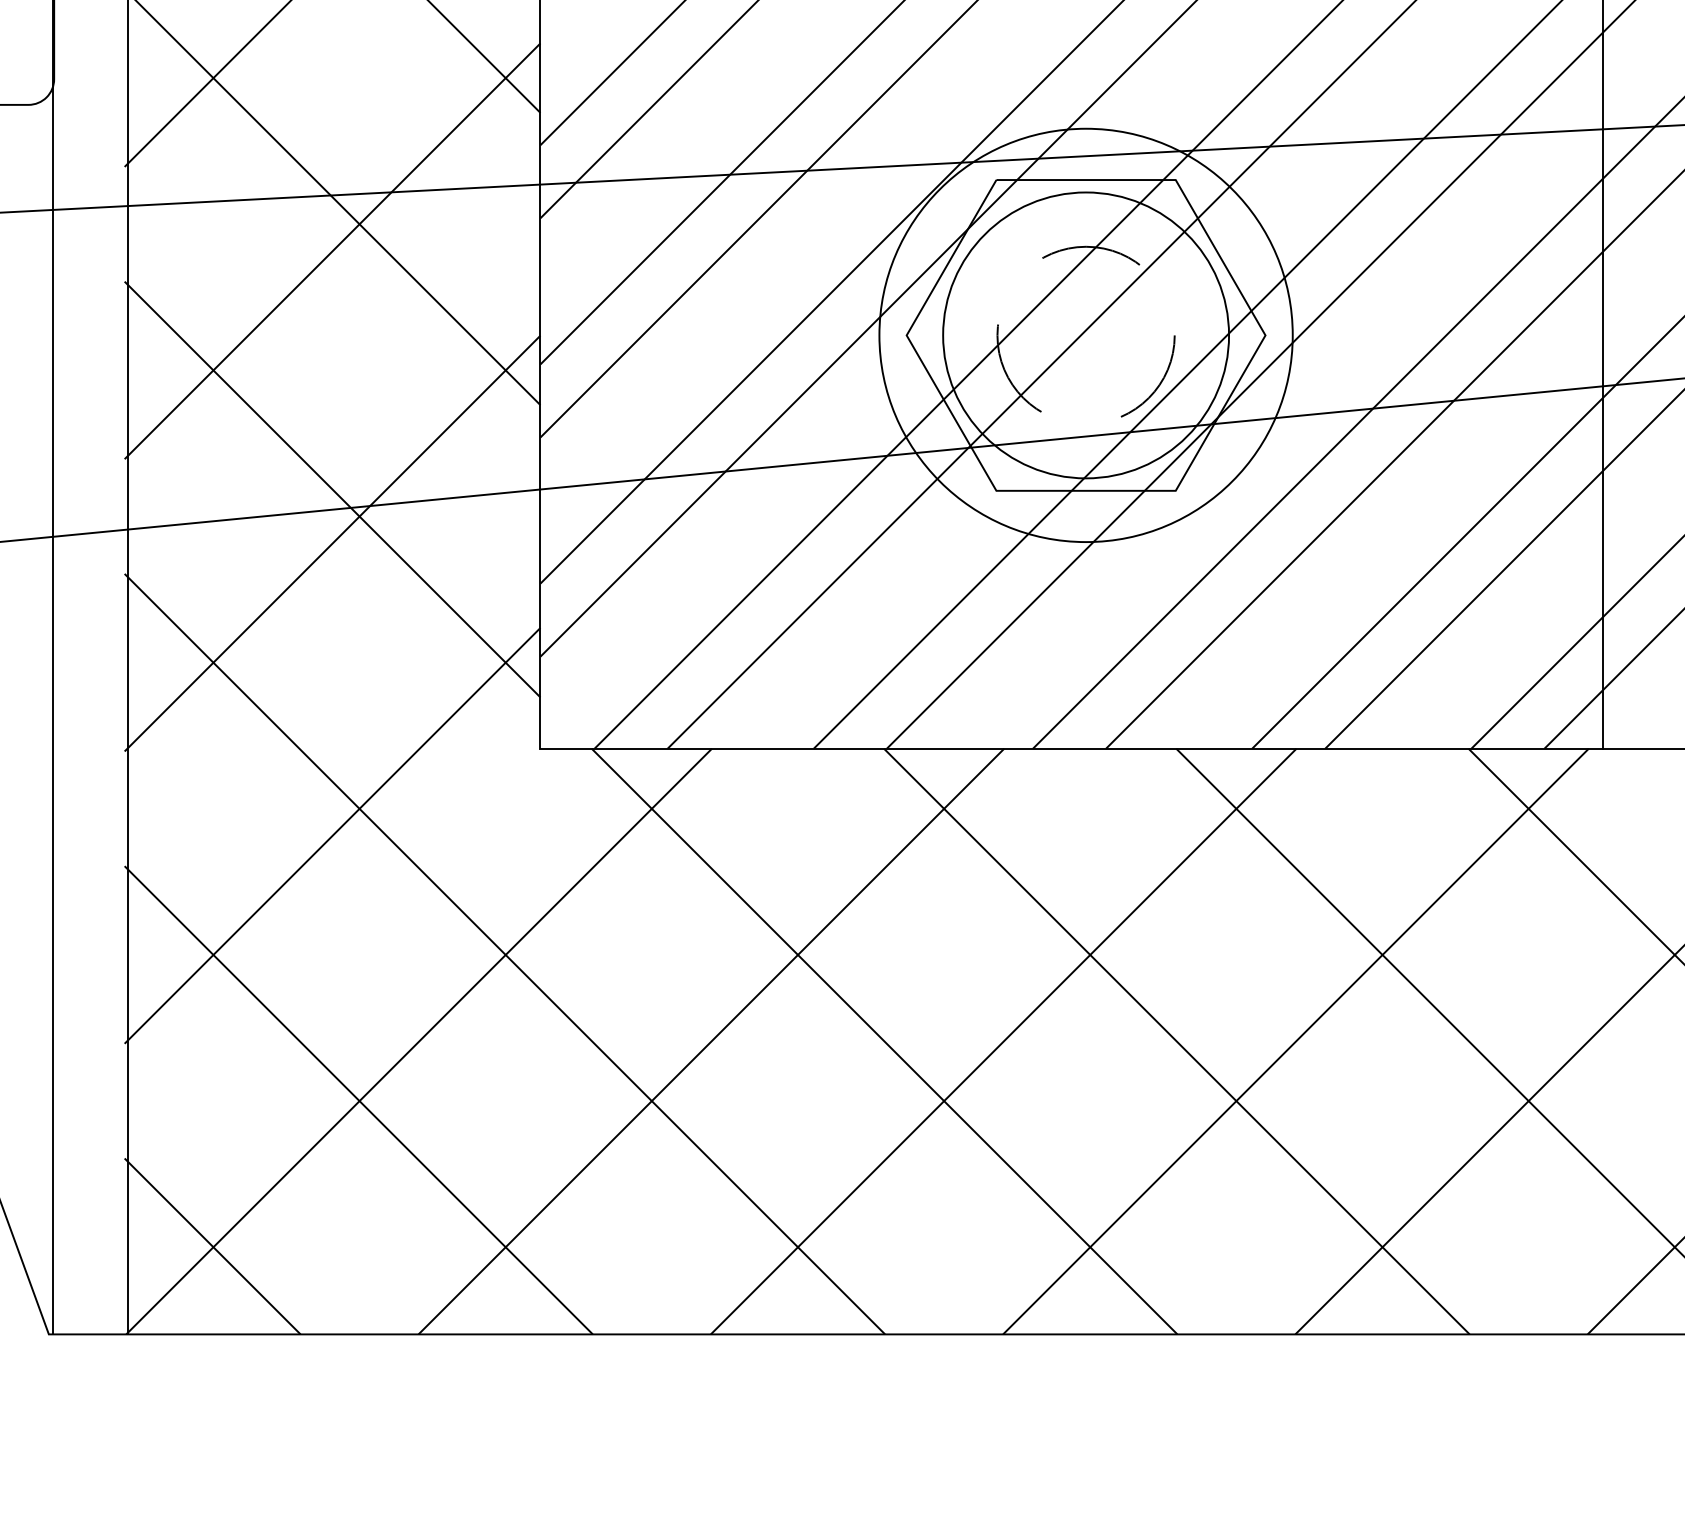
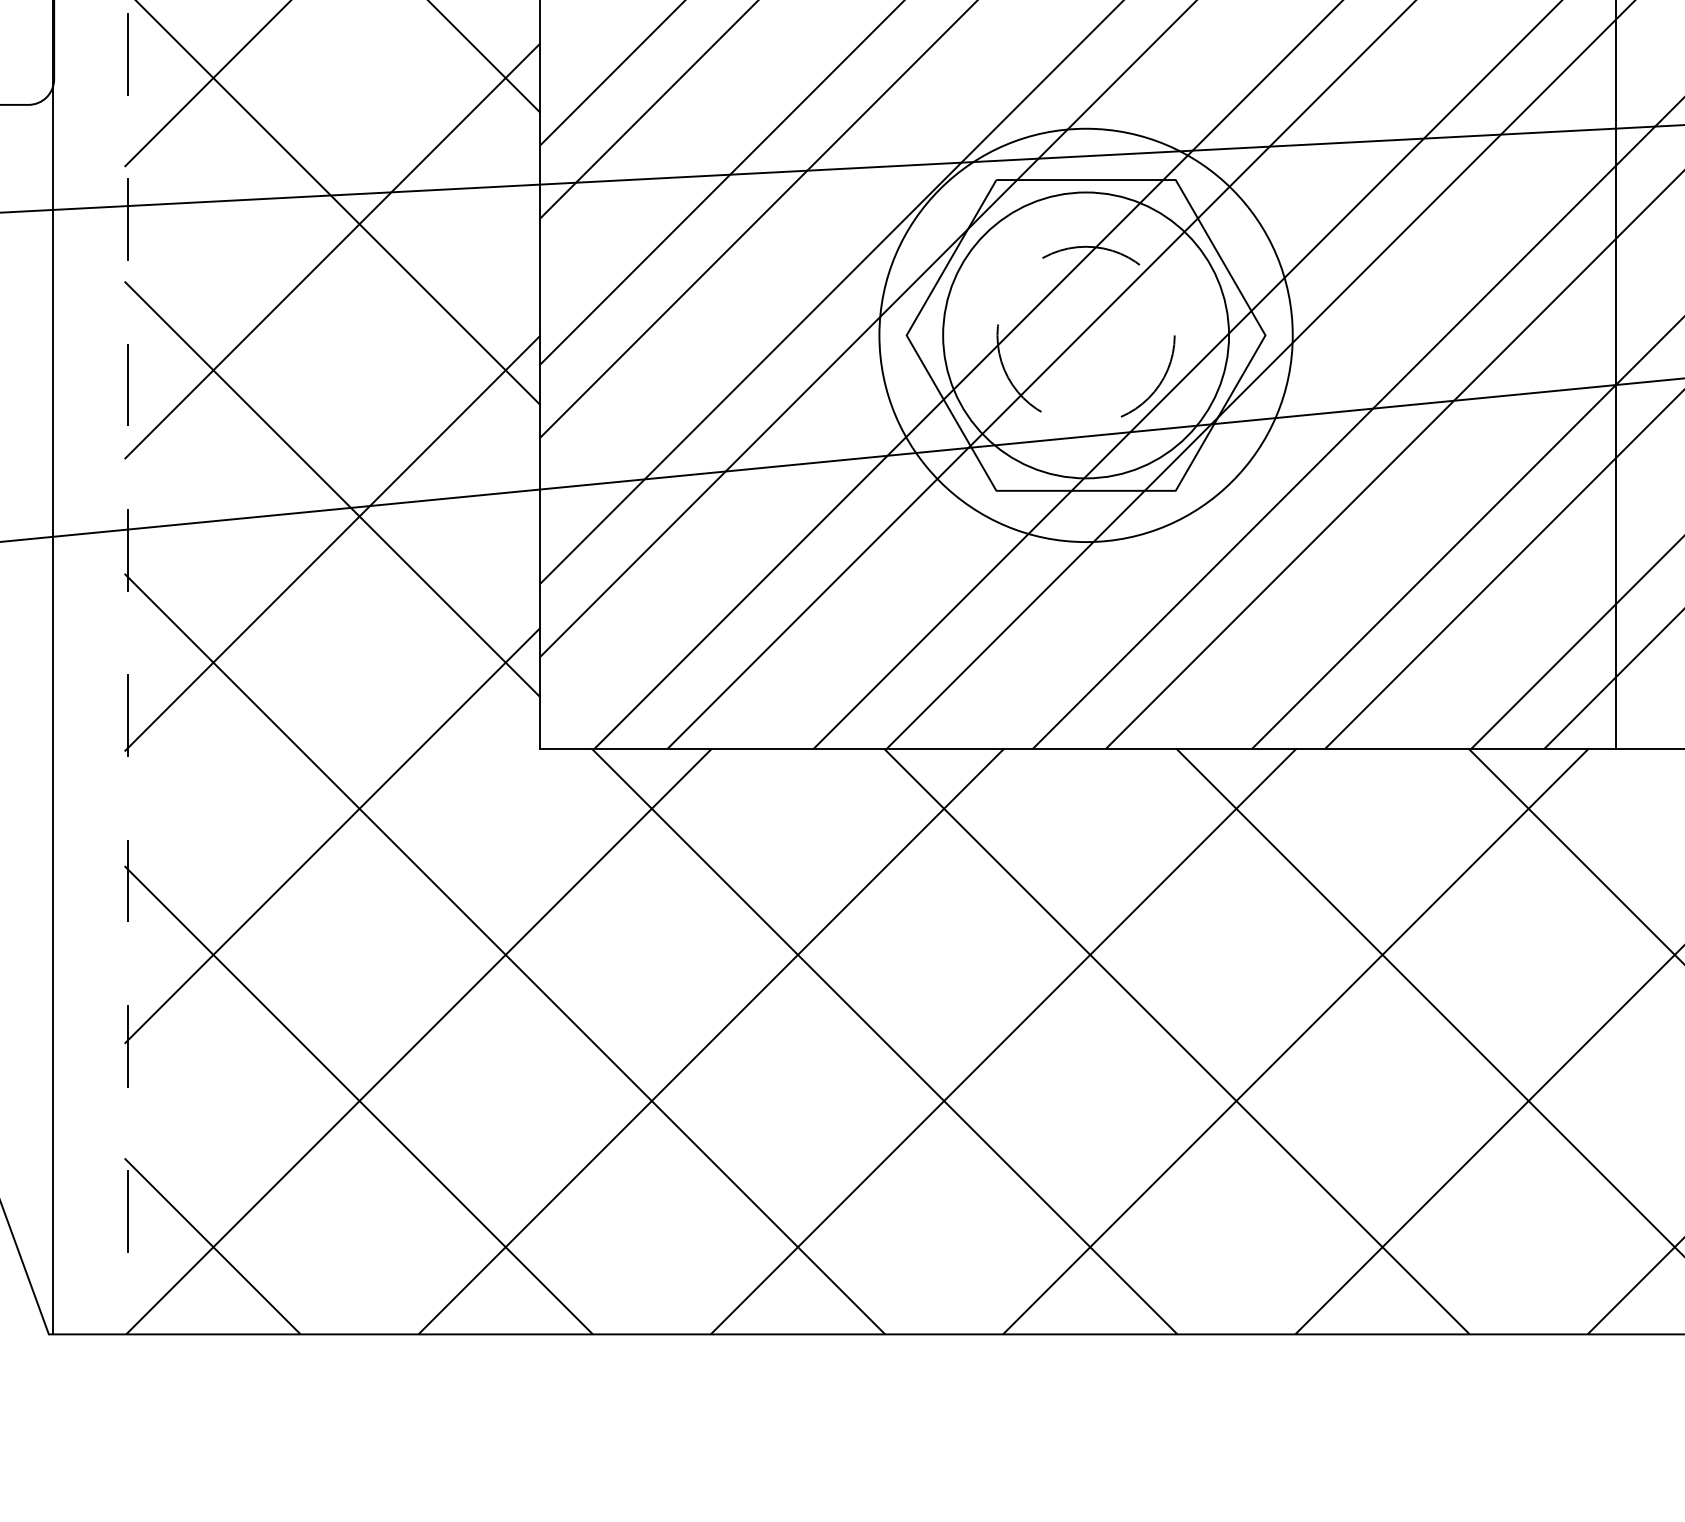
line at (1603, 375) position: (1603, 375) -> (1616, 375)
line at (128, 667): solid -> dashed
